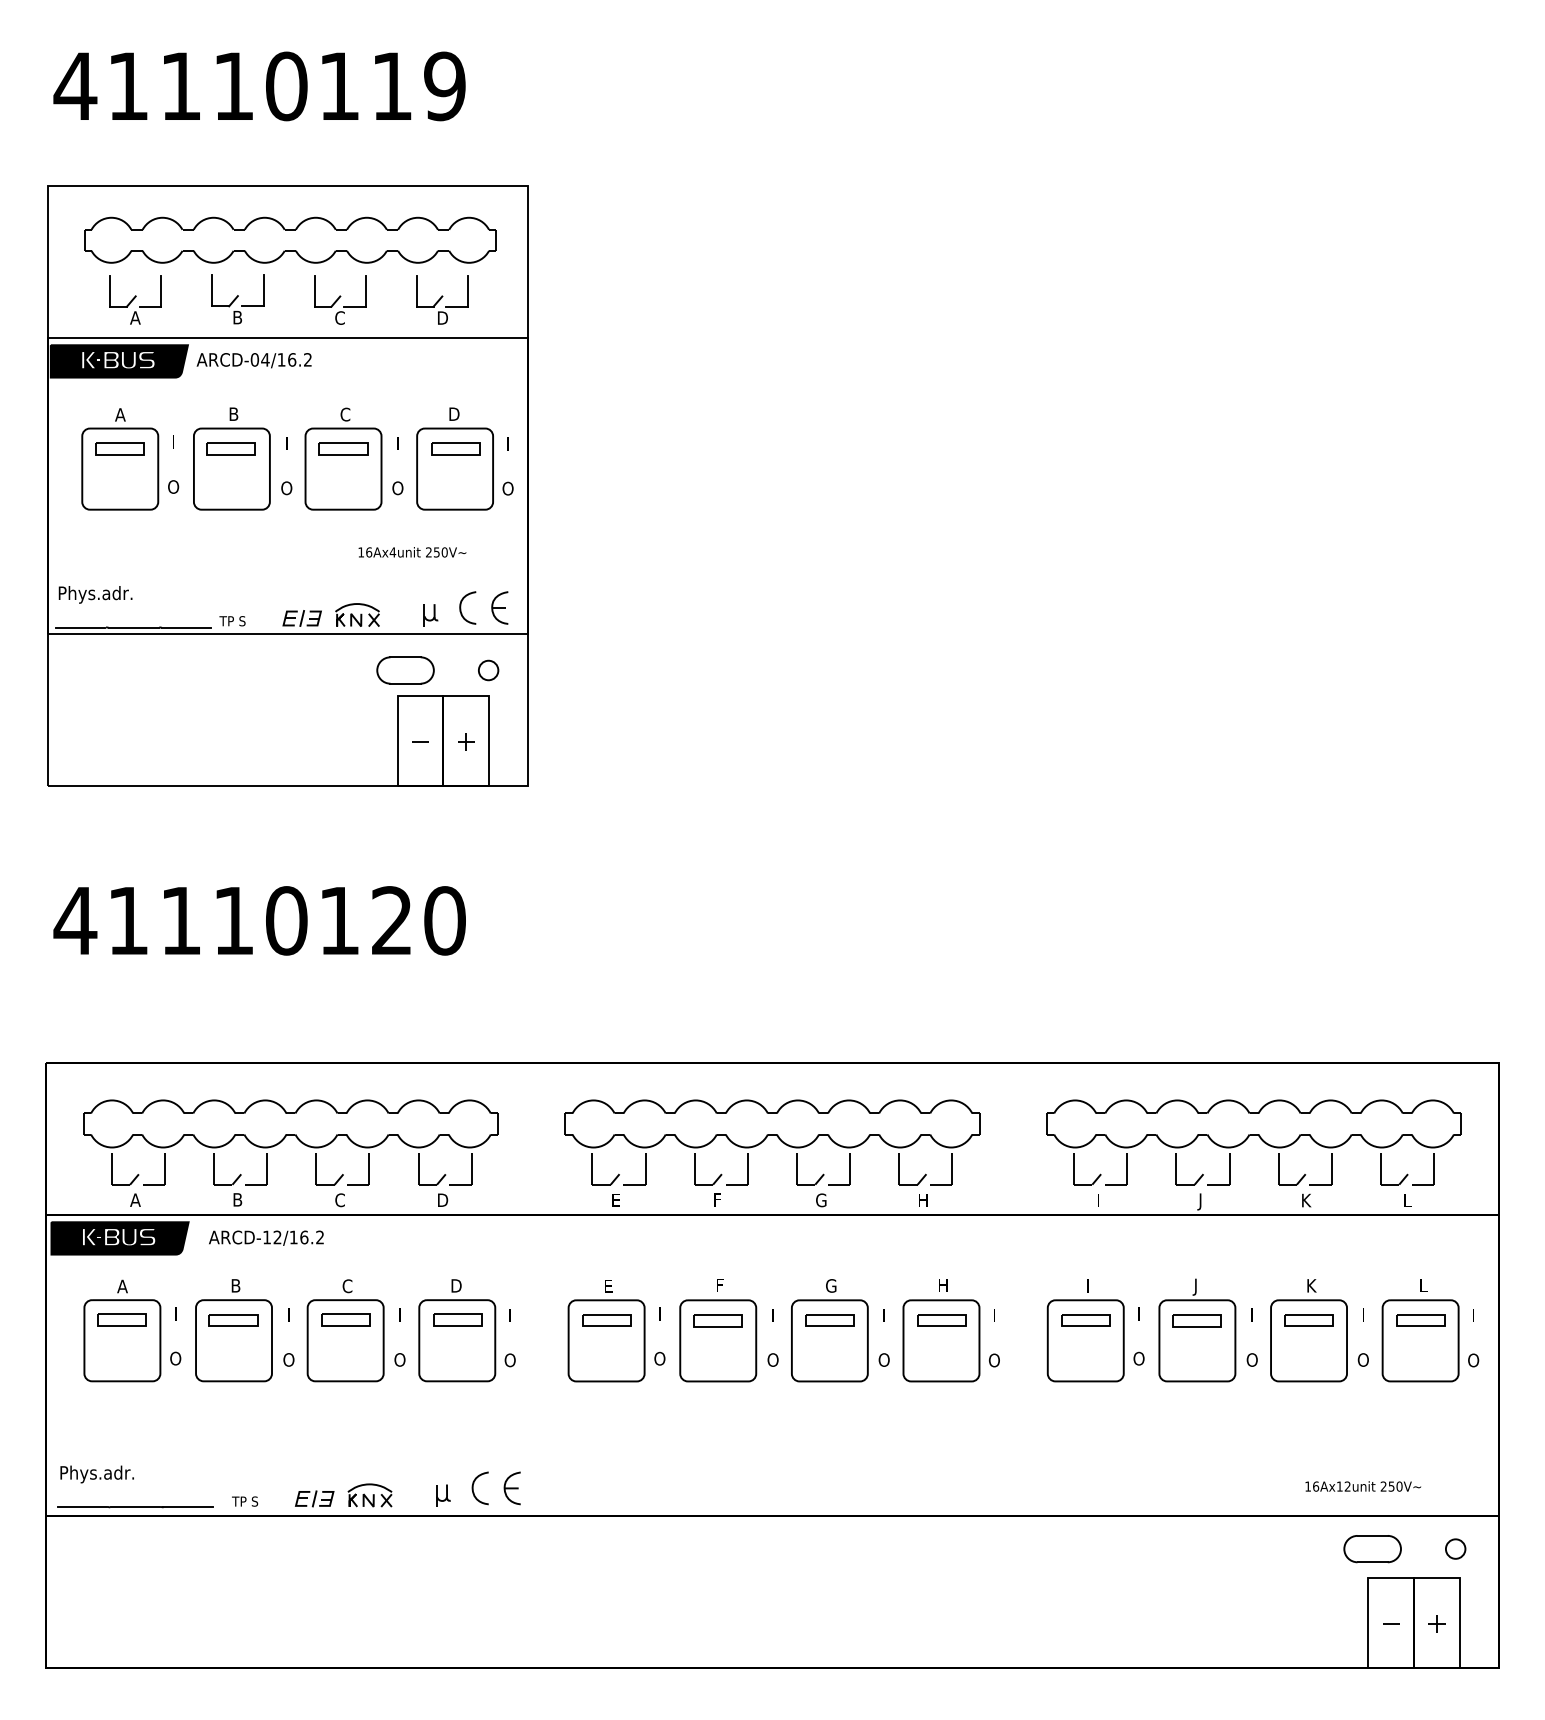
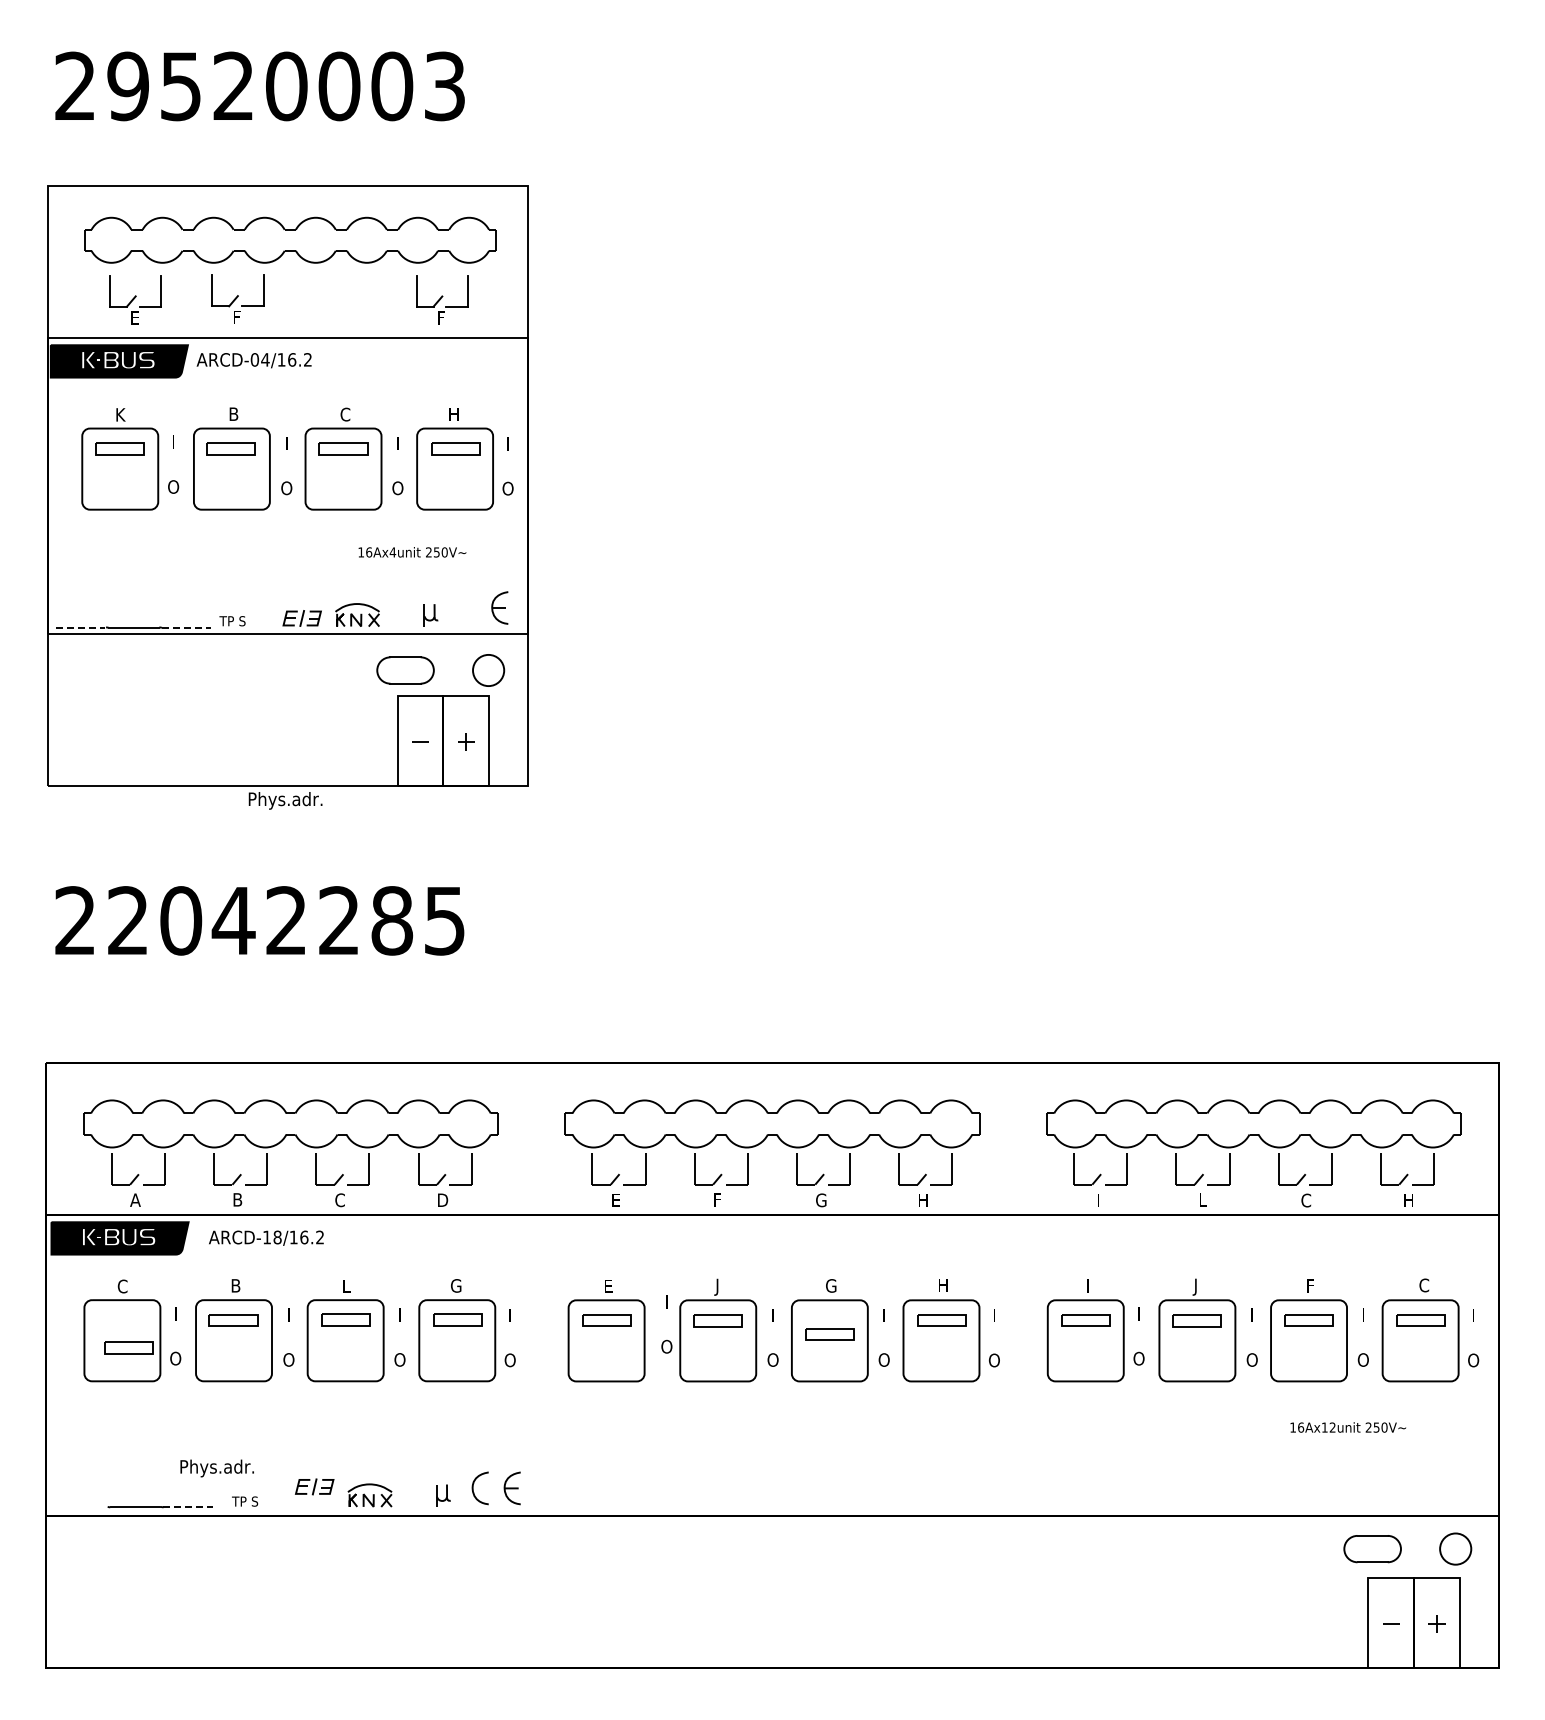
text at (259, 86): 41110119 -> 29520003
part at (340, 299): present -> none
text at (135, 317): A -> E
text at (237, 317): B -> F
text at (442, 317): D -> F
text at (454, 413): D -> H
text at (120, 414): A -> K
text at (95, 594) position: (95, 594) -> (285, 800)
curve at (461, 607): present -> none
line at (80, 627): solid -> dashed
line at (186, 627): solid -> dashed
circle at (488, 670) diameter: 19 px -> 31 px
text at (259, 920): 41110120 -> 22042285
text at (1306, 1200): K -> C
text at (1409, 1200): L -> H
text at (1201, 1201): J -> L
text at (277, 1237): ARCD-12/16.2 -> ARCD-18/16.2
text at (456, 1285): D -> G
text at (1311, 1285): K -> F
text at (1424, 1285): L -> C
text at (122, 1286): A -> C
text at (347, 1286): C -> L
text at (718, 1286): F -> J
part at (121, 1319) position: (121, 1319) -> (128, 1347)
part at (829, 1320) position: (829, 1320) -> (829, 1334)
text at (659, 1336) position: (659, 1336) -> (666, 1324)
text at (96, 1474) position: (96, 1474) -> (216, 1468)
text at (1363, 1486) position: (1363, 1486) -> (1348, 1427)
part at (314, 1498) position: (314, 1498) -> (314, 1486)
line at (82, 1507): present -> none
line at (188, 1507): solid -> dashed
circle at (1455, 1548) diameter: 19 px -> 31 px
